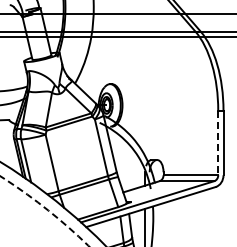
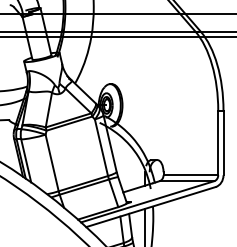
line at (218, 143): dashed -> solid
arc at (46, 209): dashed -> solid
